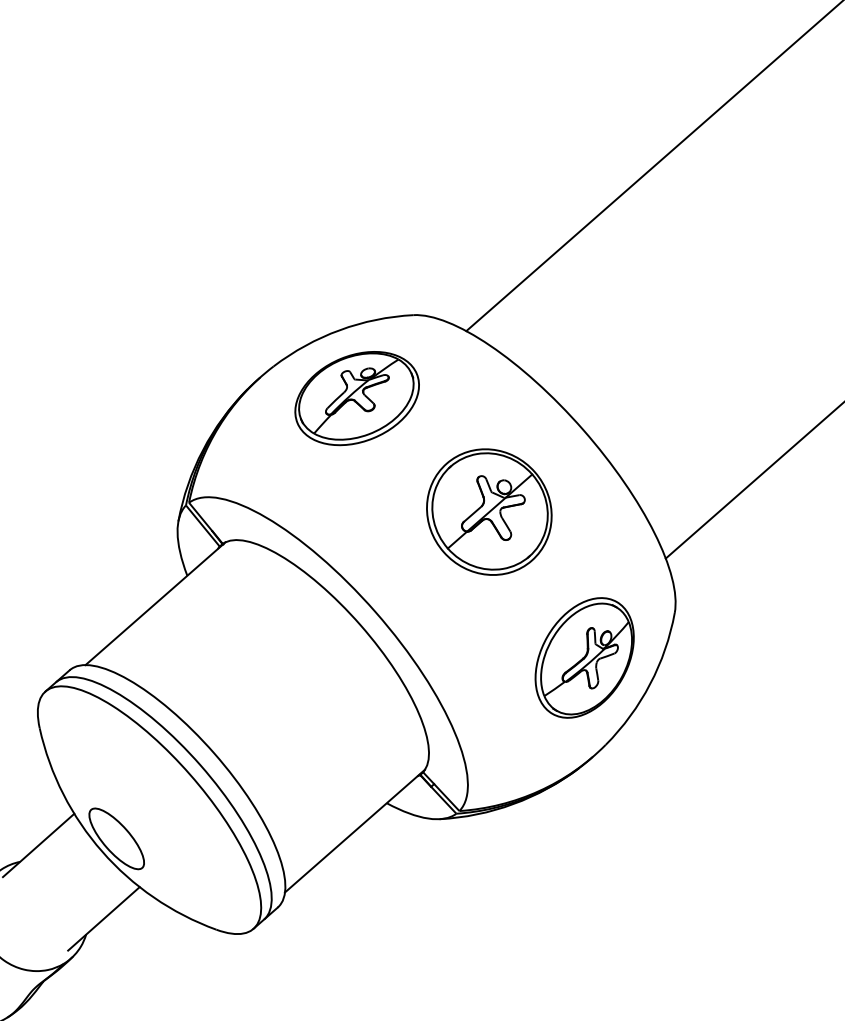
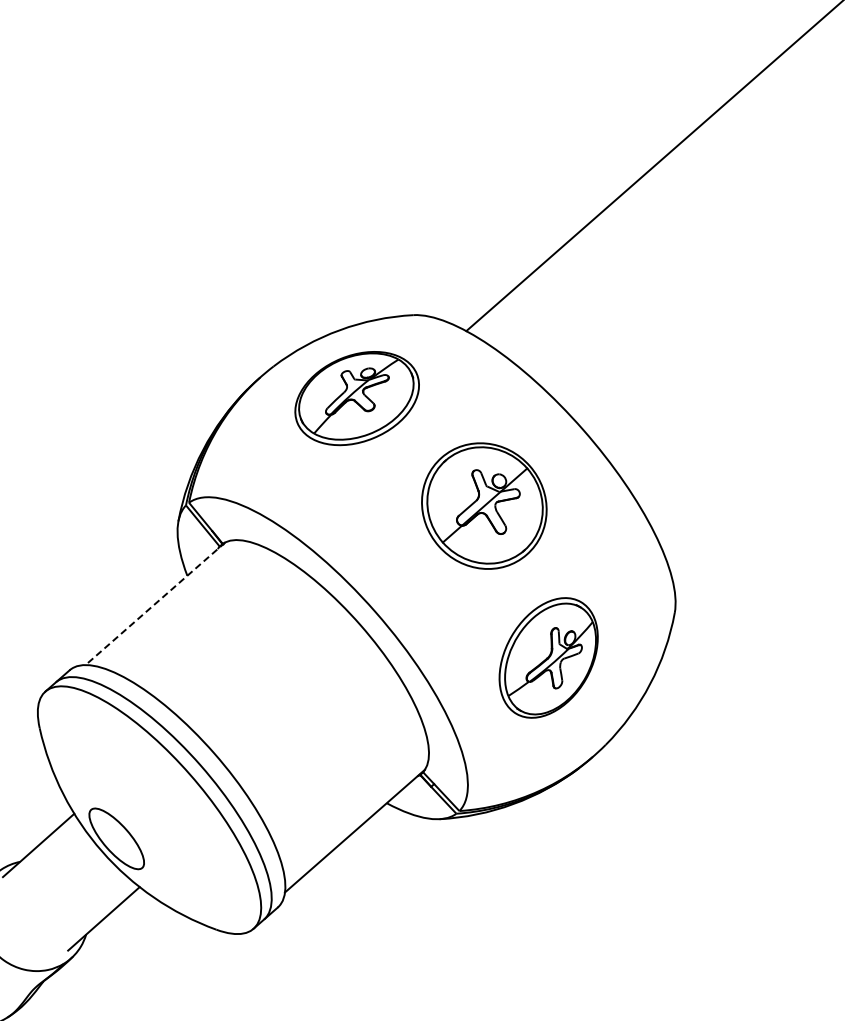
line at (753, 481): present -> none
part at (489, 511) position: (489, 511) -> (484, 505)
line at (155, 604): solid -> dashed
part at (584, 657) position: (584, 657) -> (548, 657)
